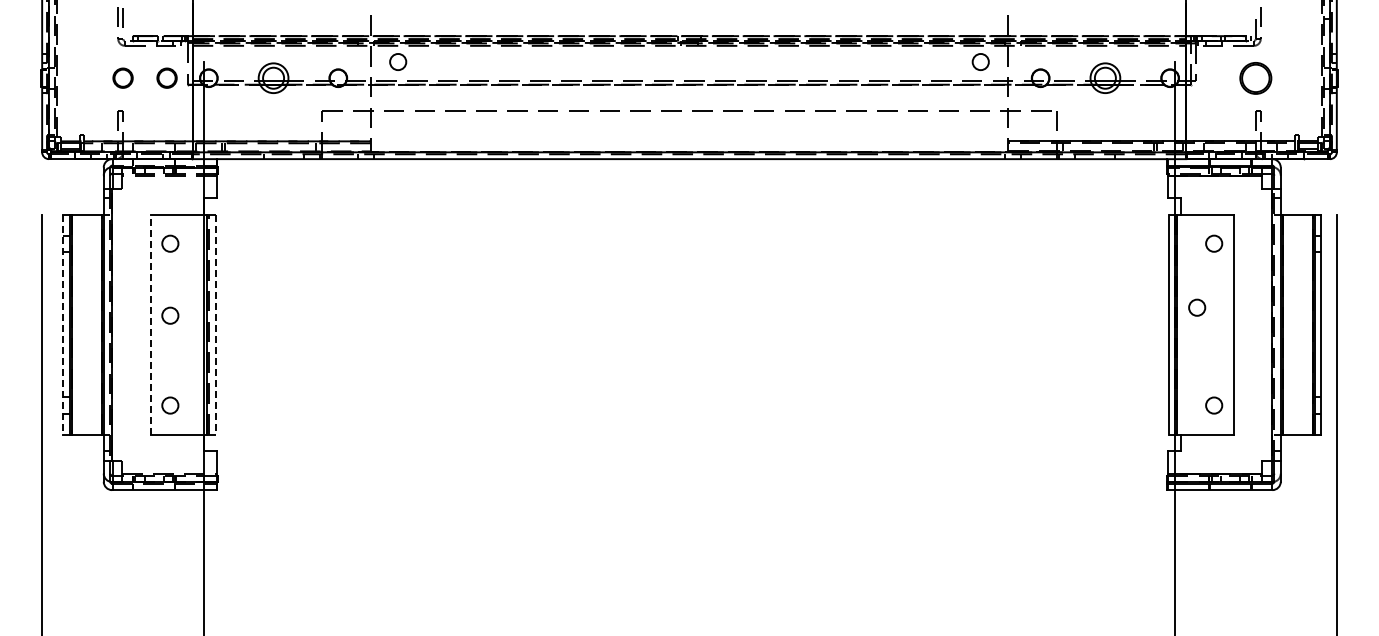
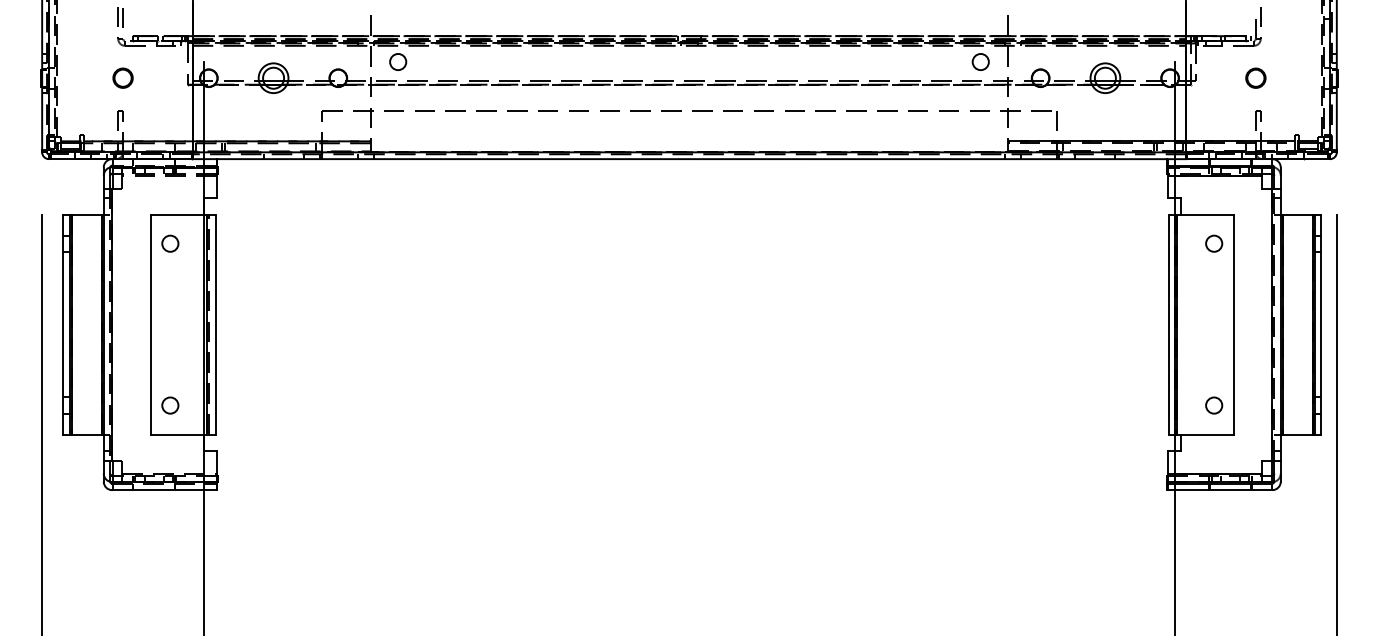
circle at (166, 77): present -> none
circle at (1255, 78) size: 34x33 px -> 22x22 px
circle at (1197, 307): present -> none
circle at (170, 315): present -> none
line at (150, 324): dashed -> solid
line at (63, 325): dashed -> solid
line at (215, 325): dashed -> solid
